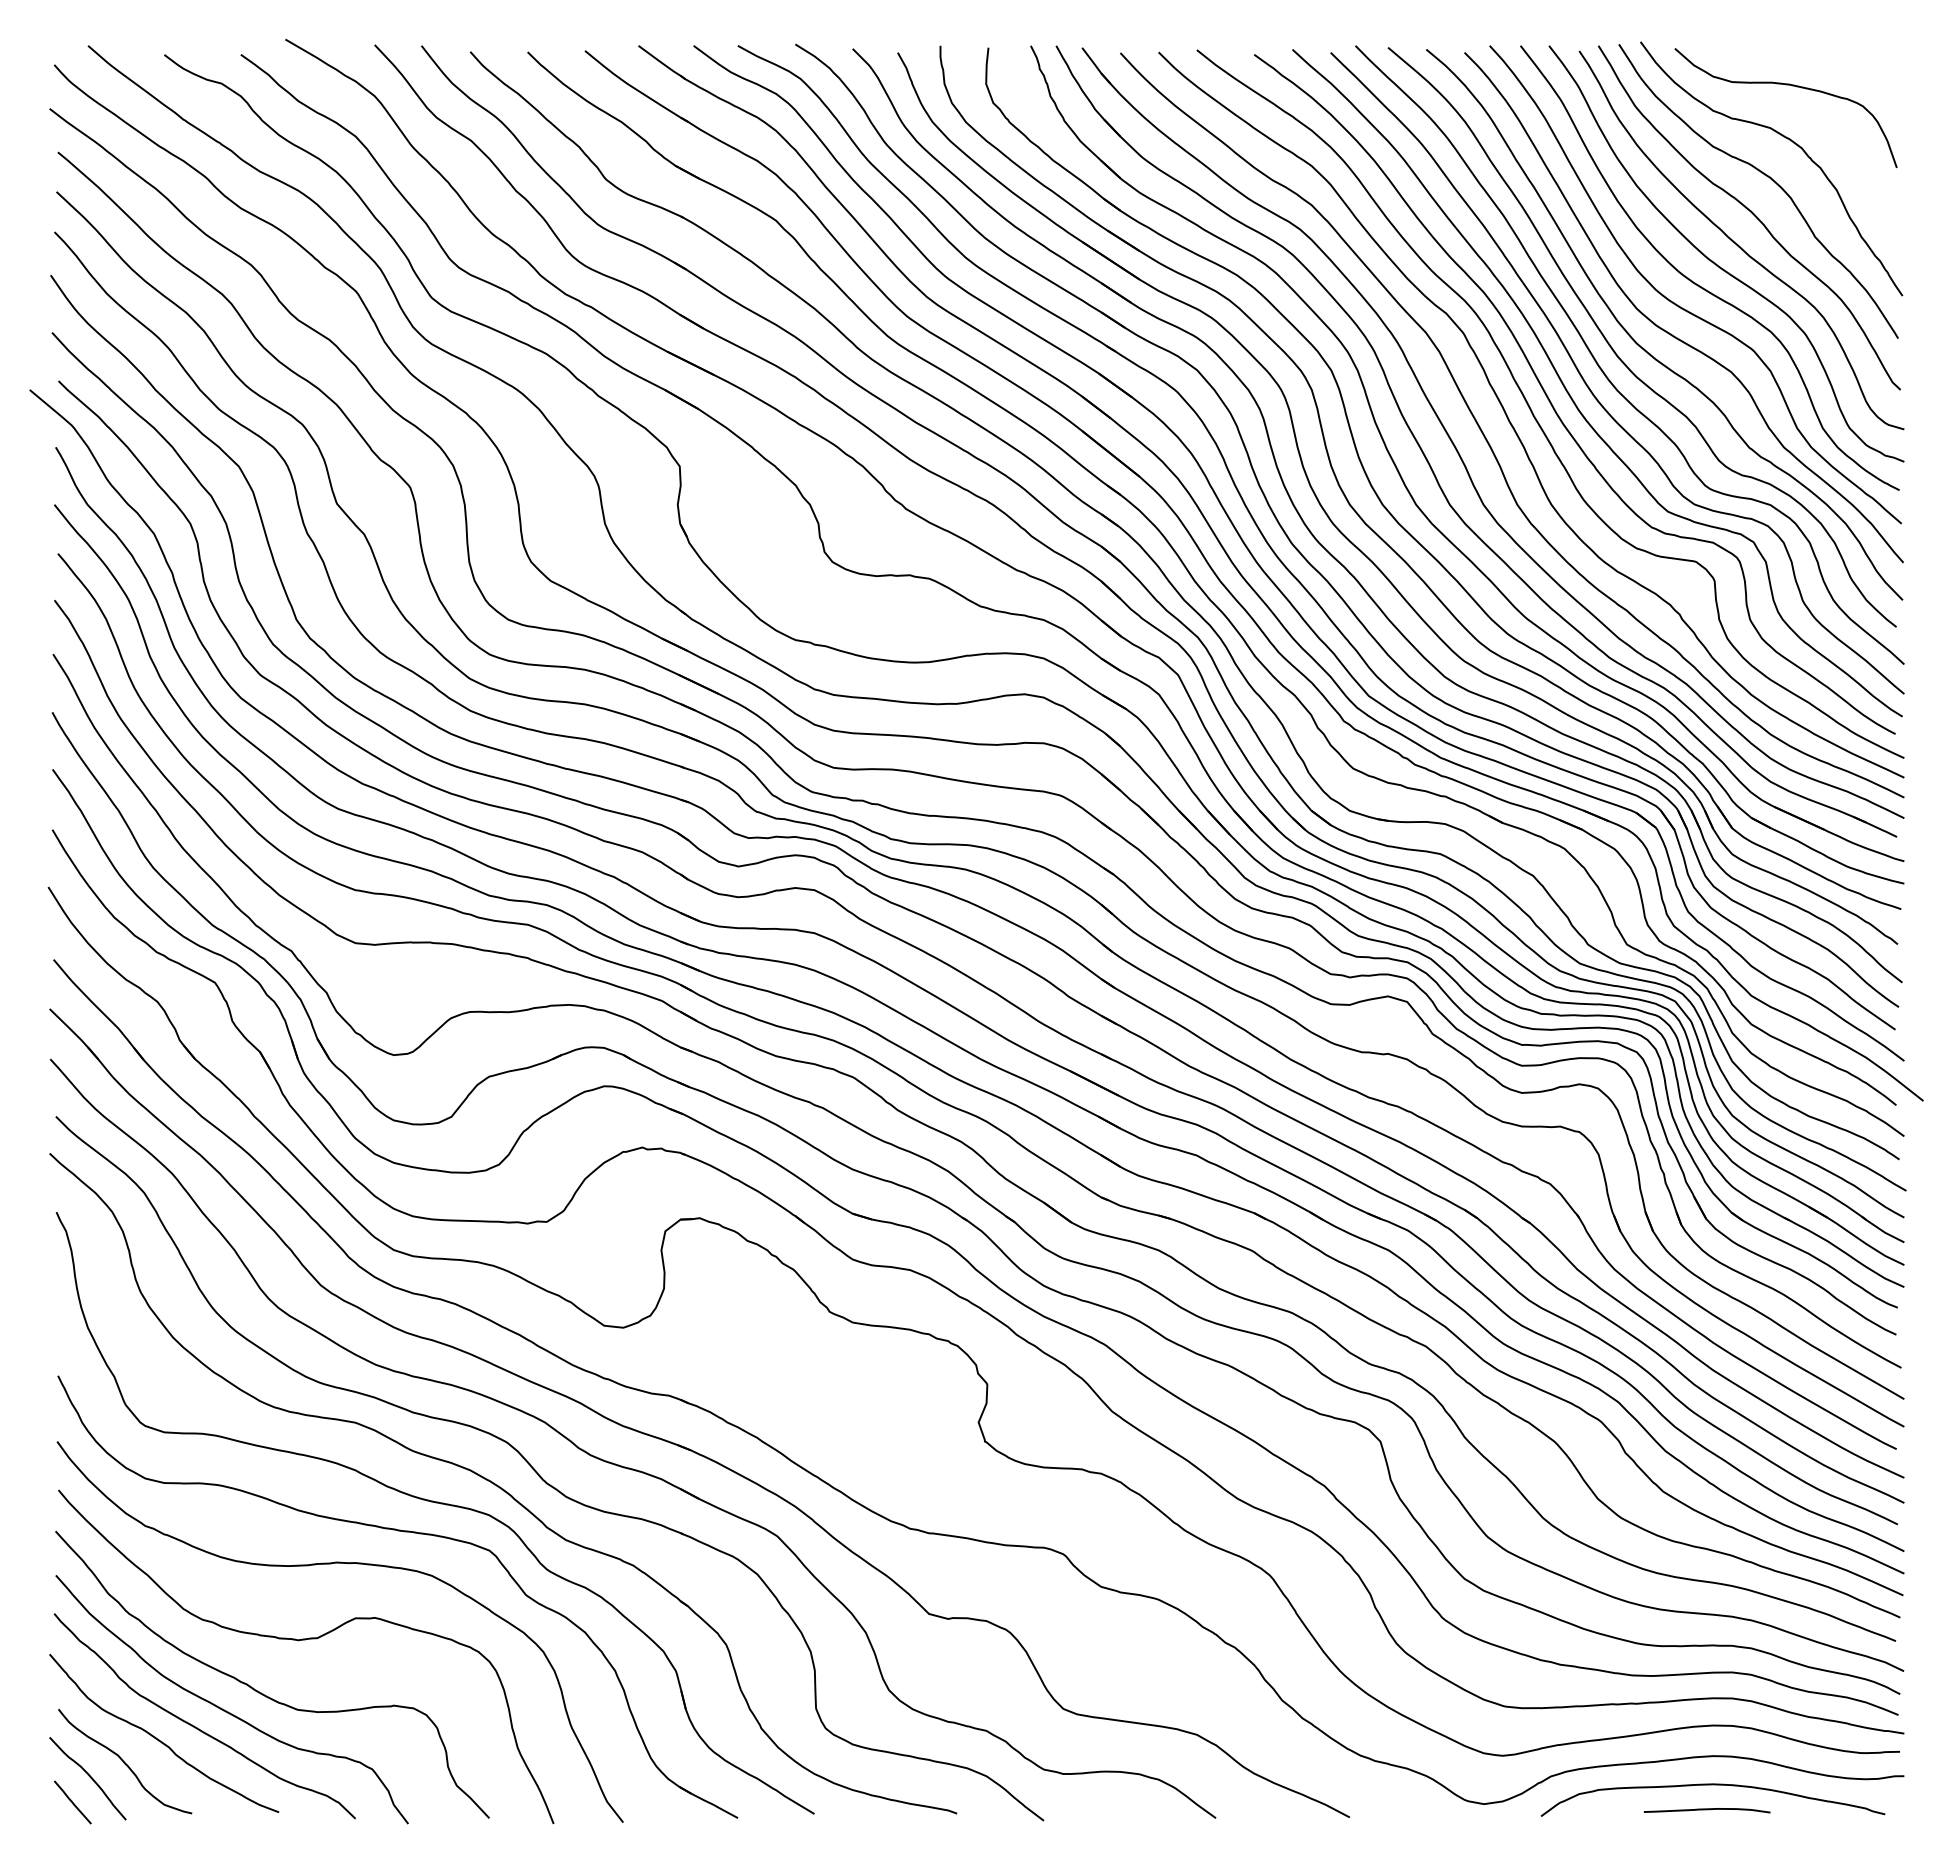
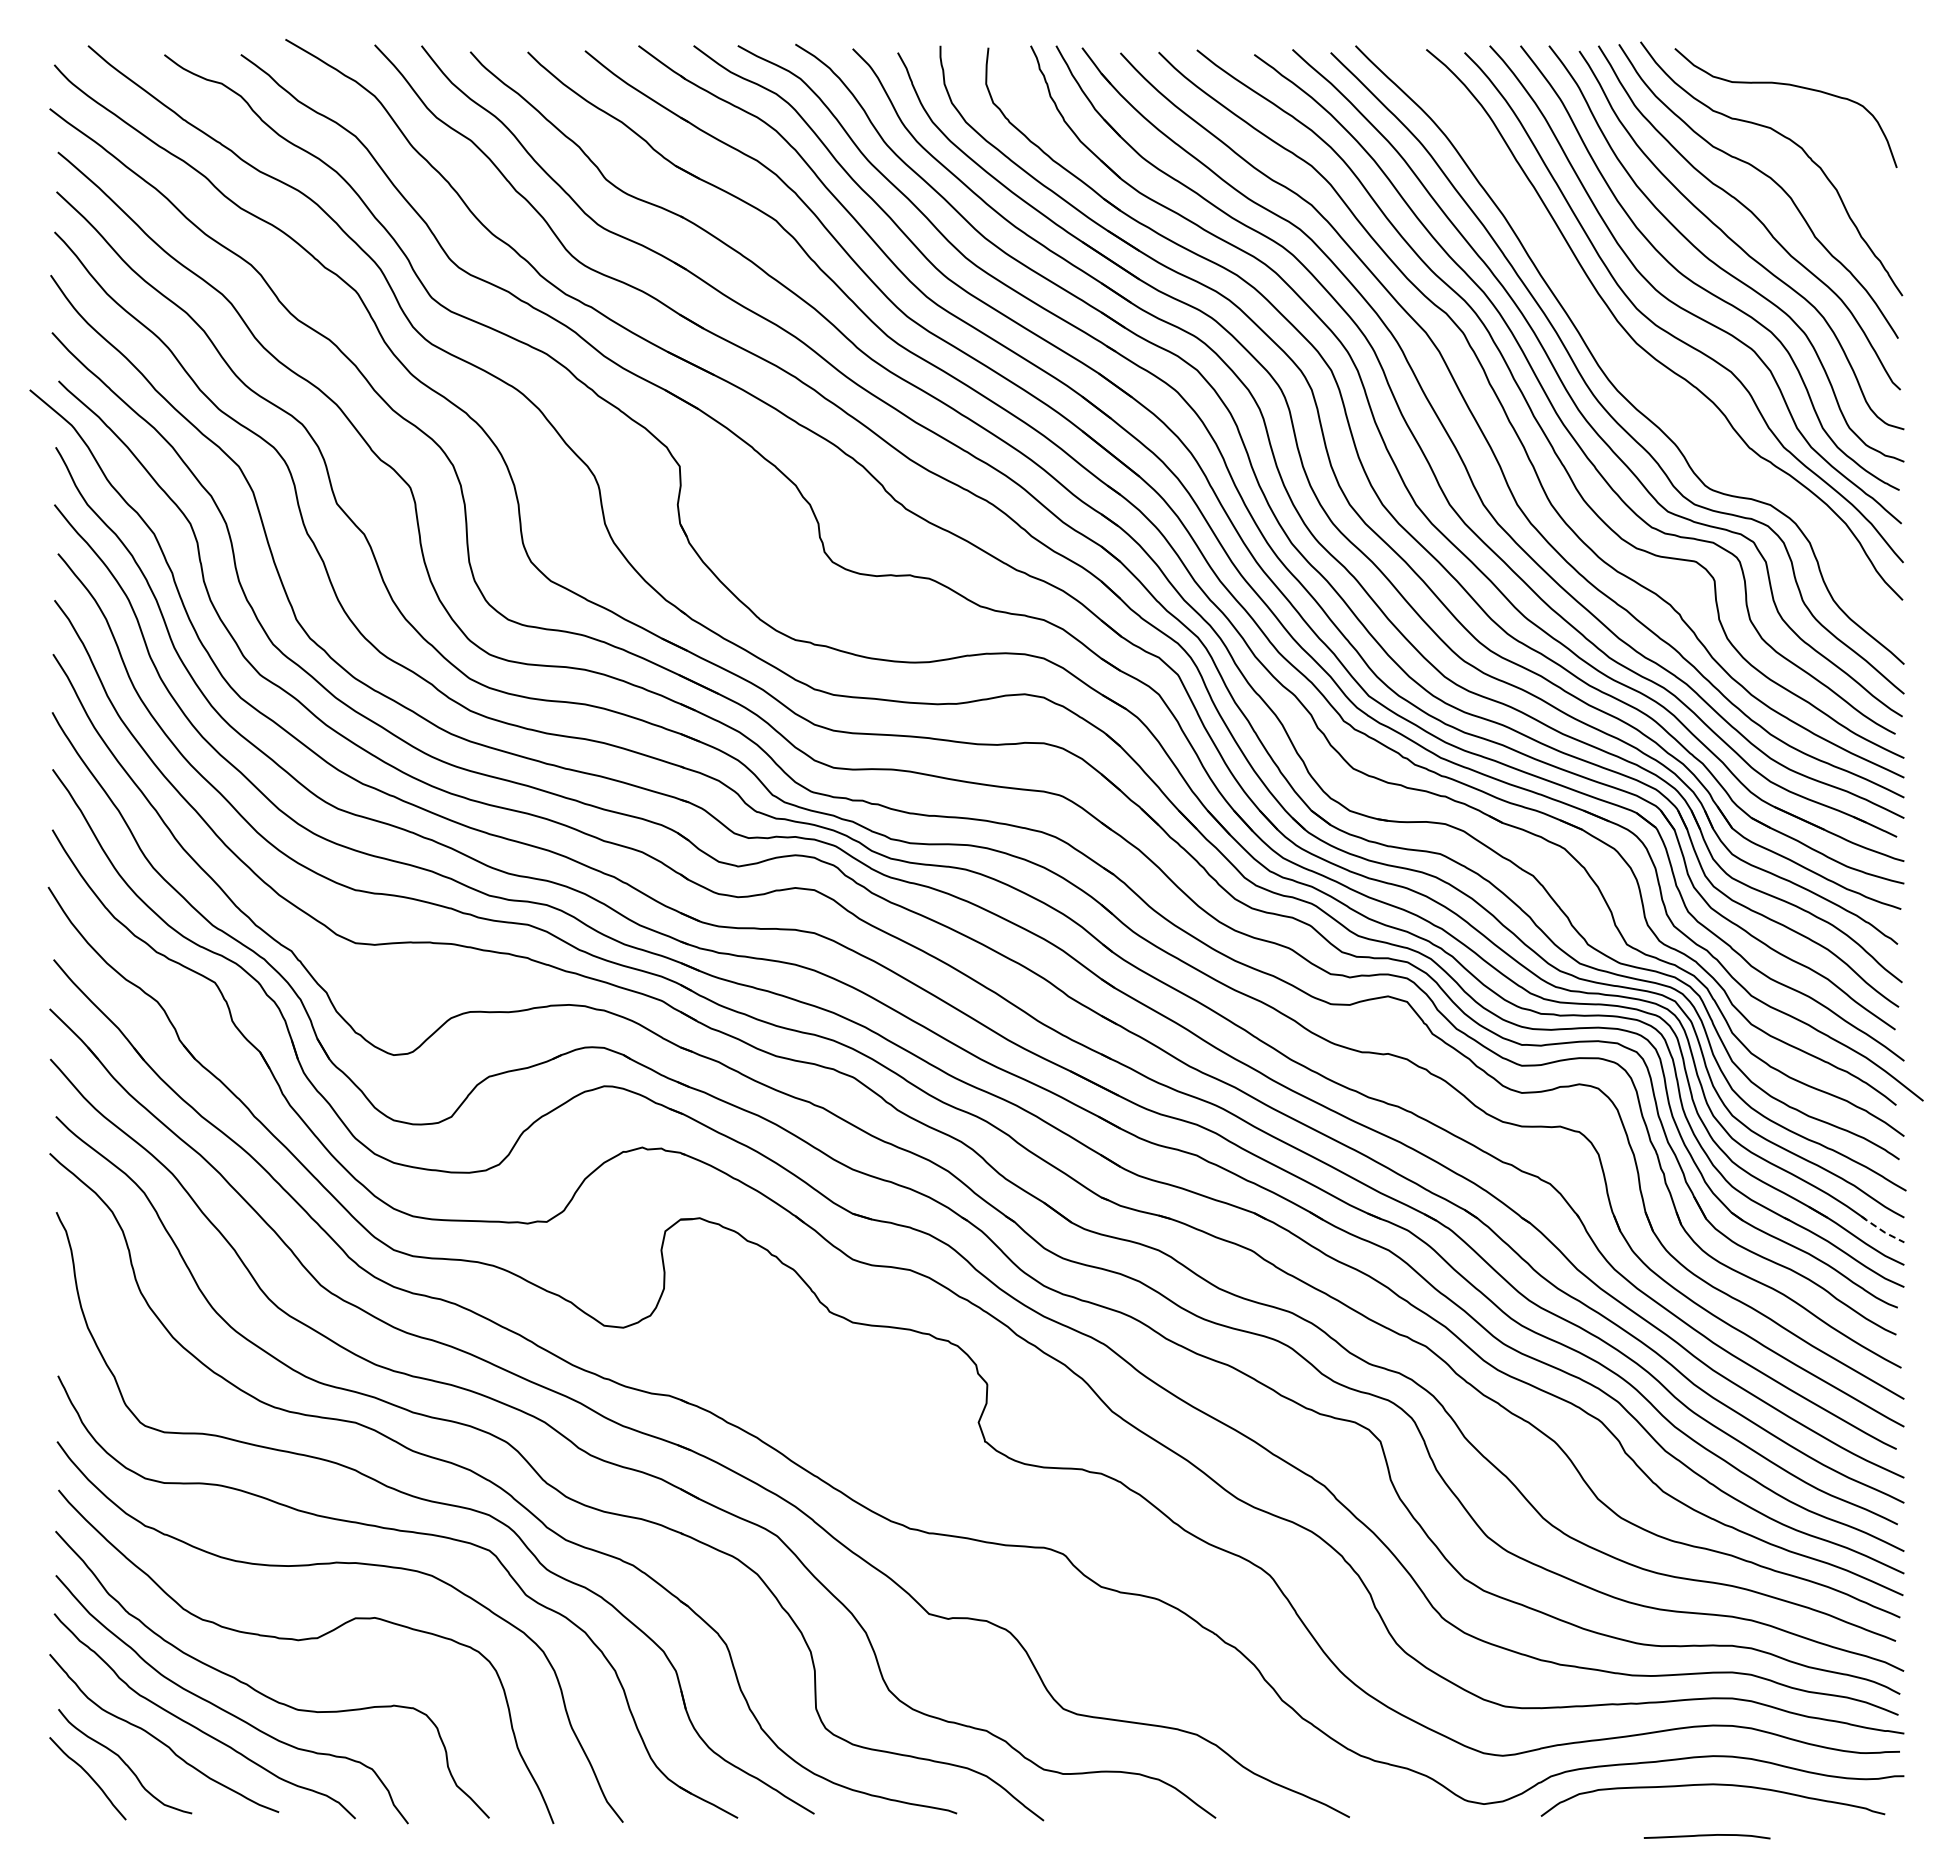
curve at (1618, 355): present -> none
line at (1882, 1230): solid -> dashed
line at (72, 1802): present -> none
curve at (1706, 1810) position: (1706, 1810) -> (1706, 1836)
